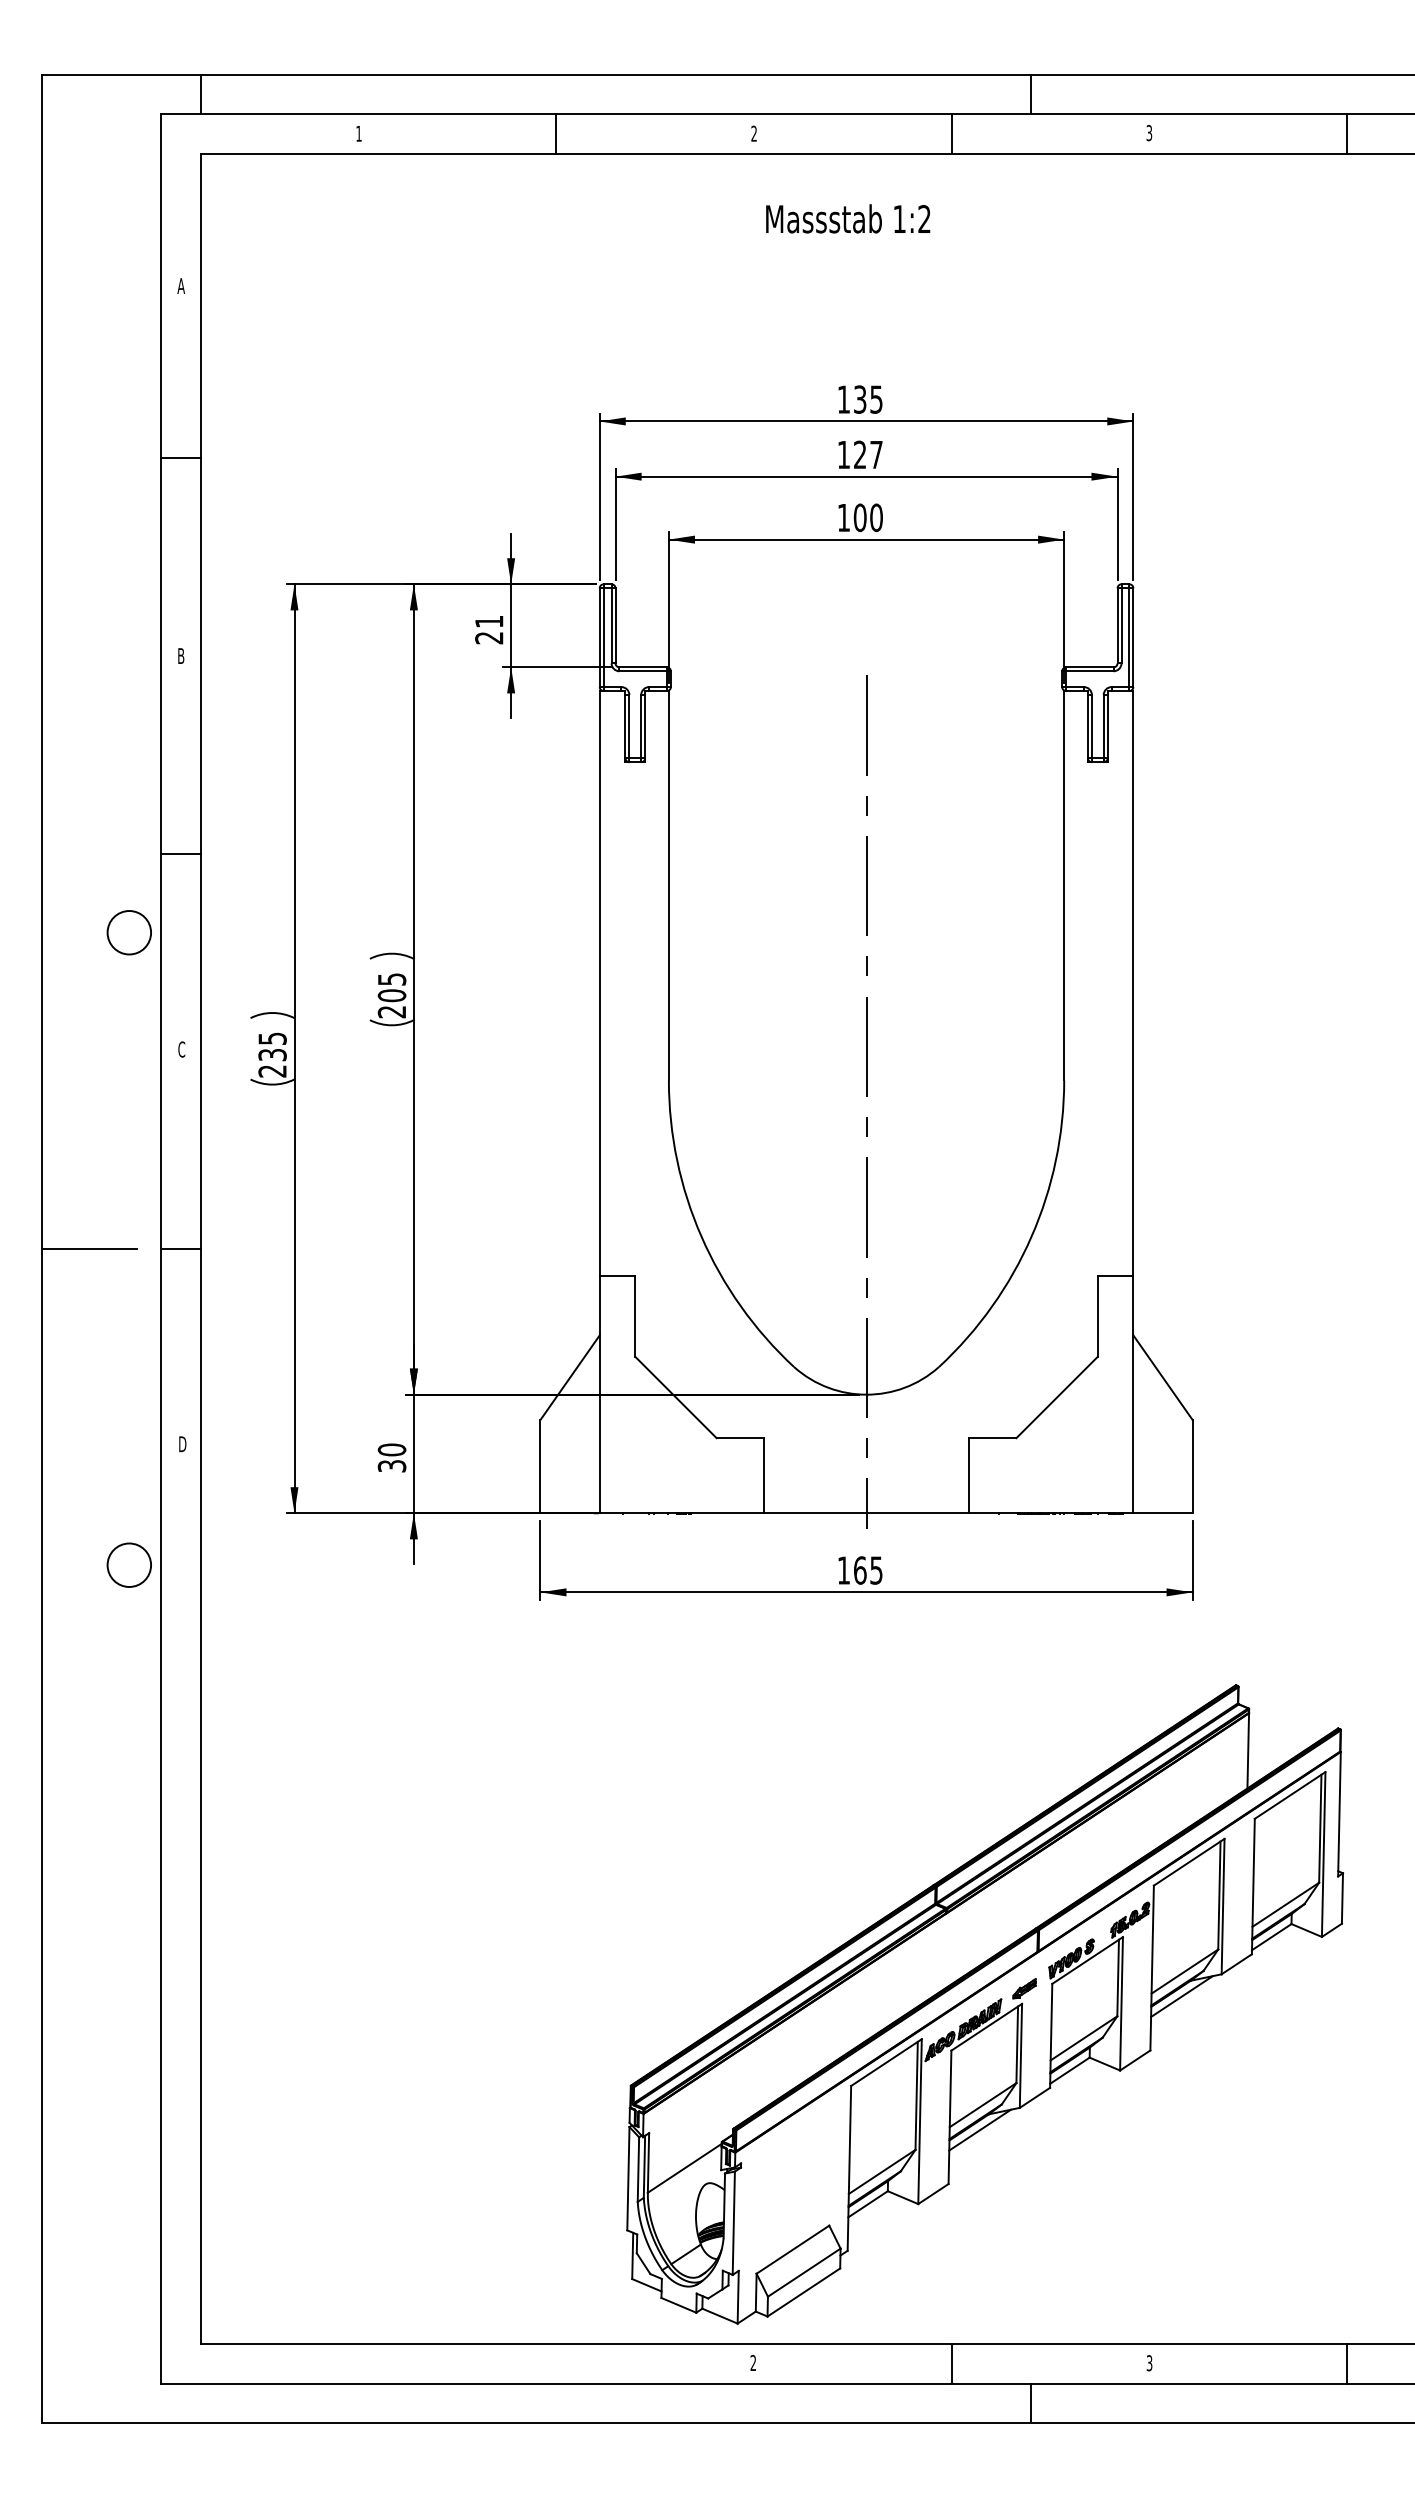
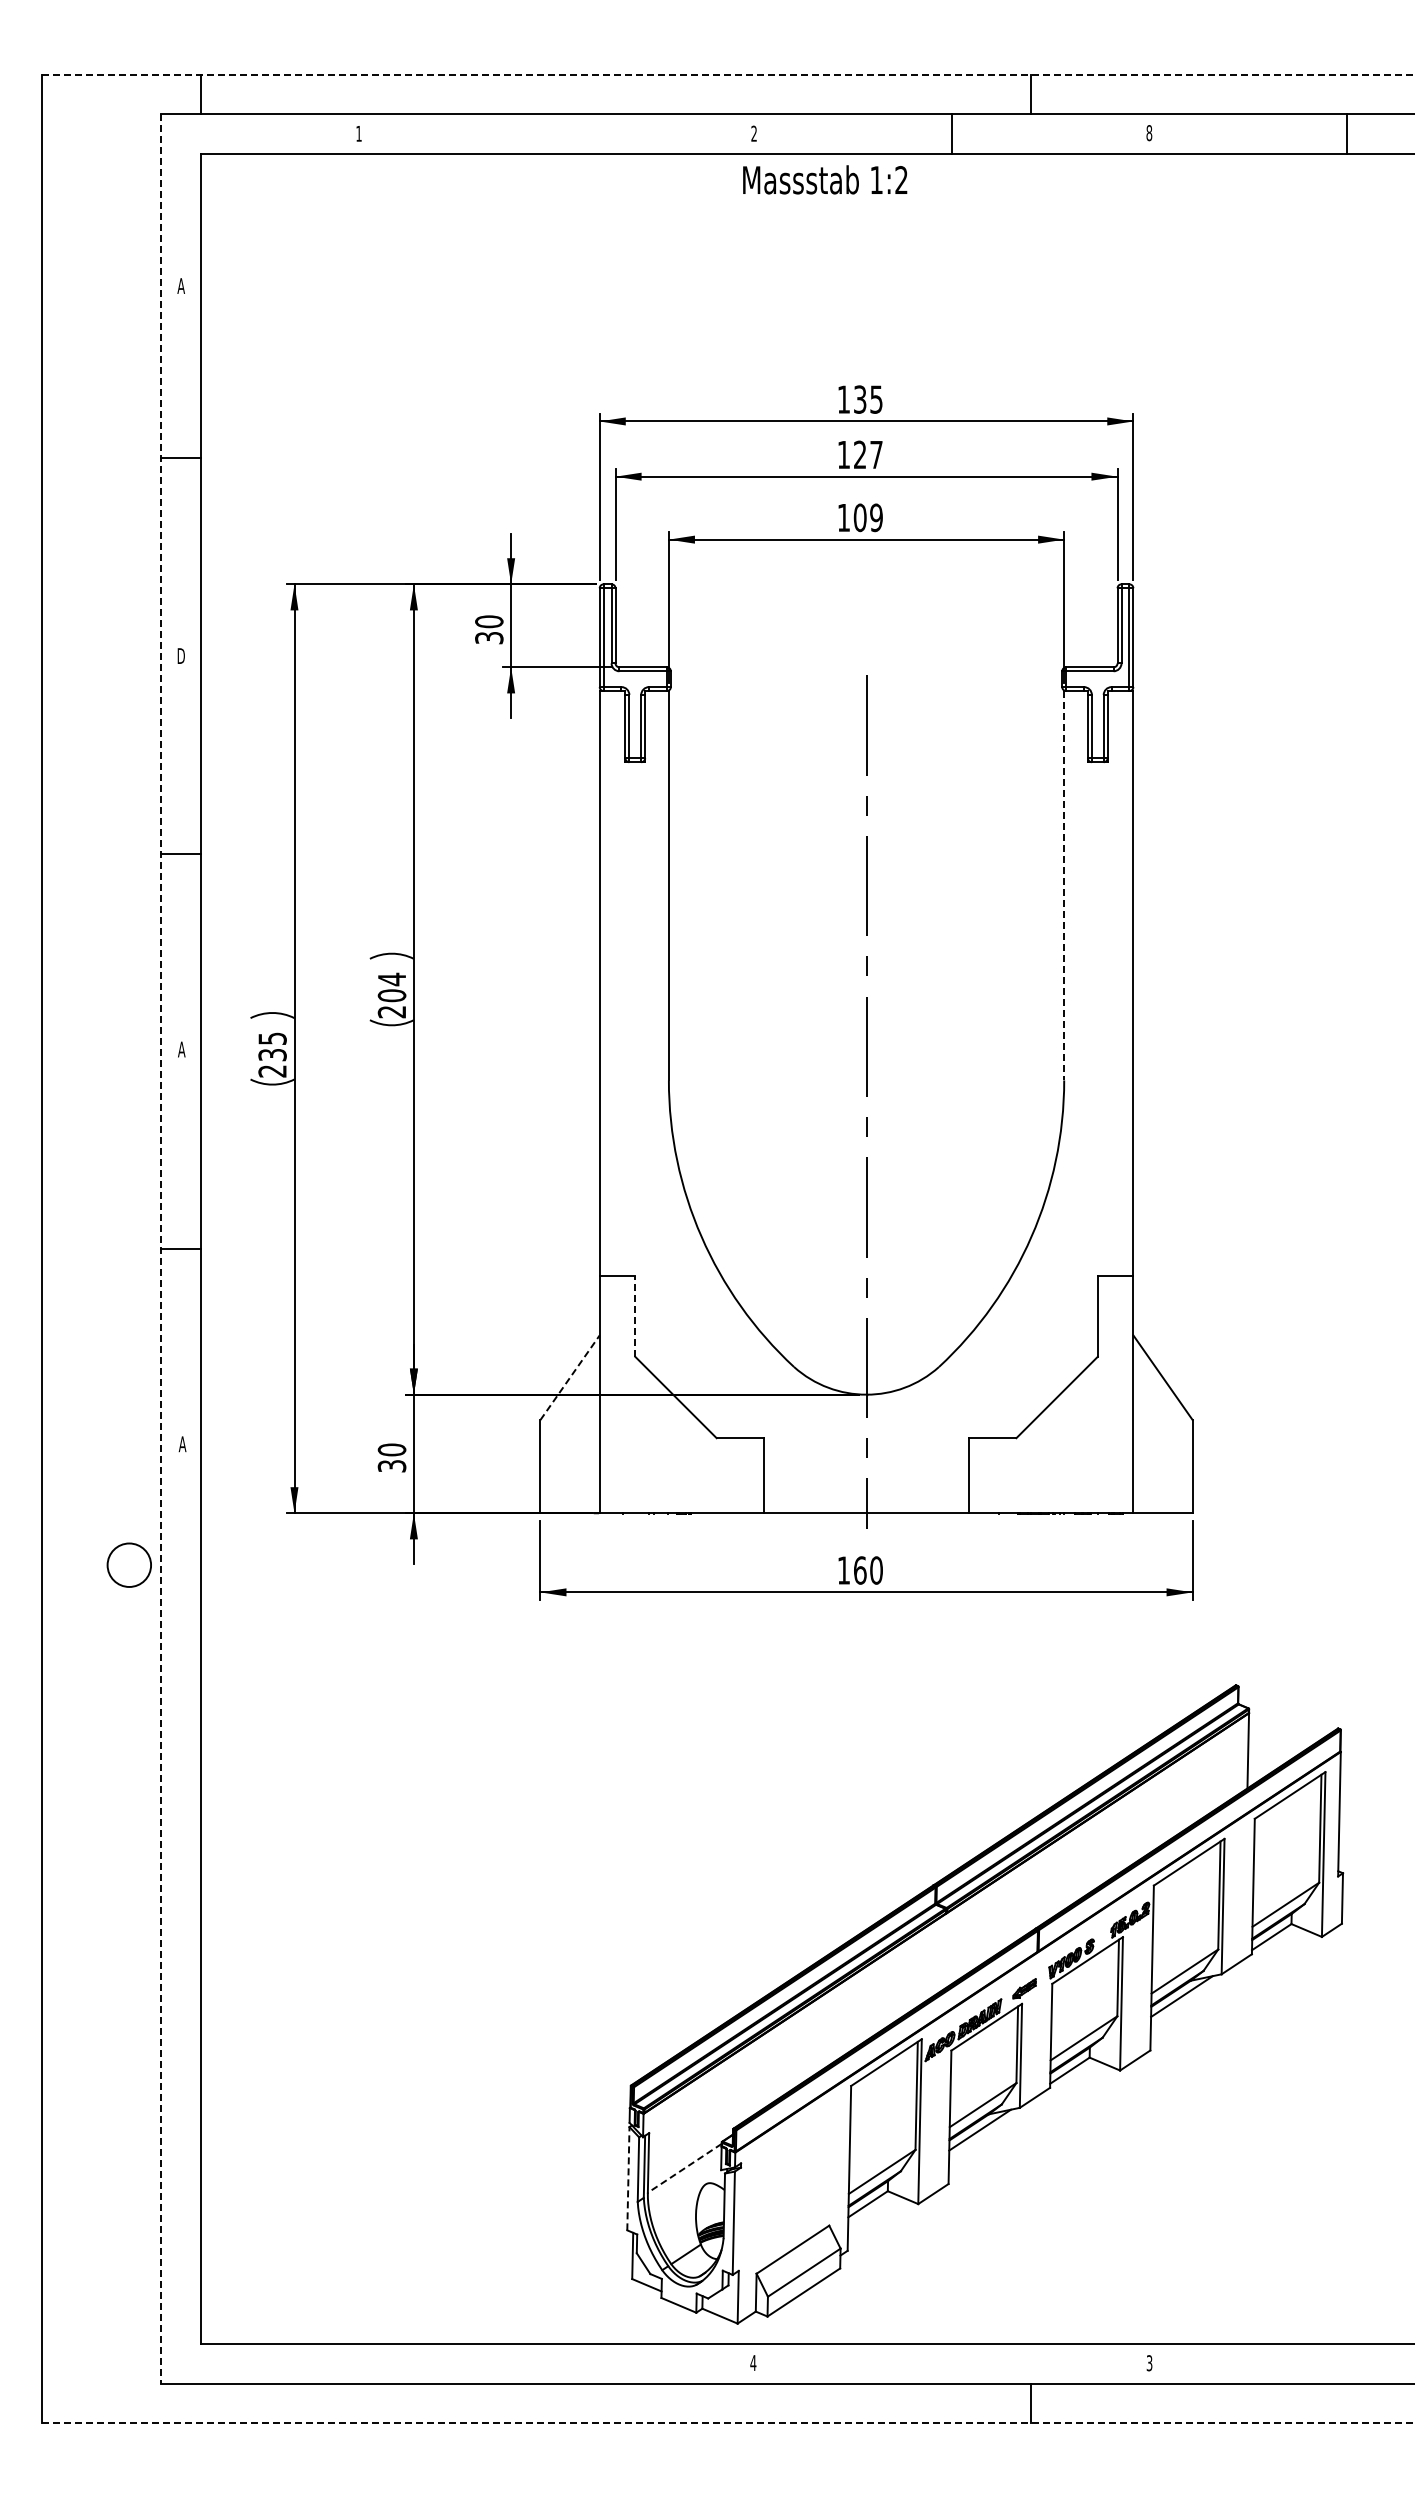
line at (728, 74): solid -> dashed
text at (1149, 133): 3 -> 8
line at (556, 134): present -> none
text at (848, 218) position: (848, 218) -> (825, 179)
text at (876, 517): 100 -> 109
text at (489, 629): 21 -> 30
text at (180, 655): B -> D
line at (1064, 885): solid -> dashed
circle at (128, 932): present -> none
text at (392, 979): 205 -> 204
text at (181, 1049): C -> A
line at (89, 1249): present -> none
line at (160, 1249): solid -> dashed
line at (635, 1315): solid -> dashed
line at (570, 1377): solid -> dashed
text at (182, 1444): D -> A
text at (876, 1570): 165 -> 160
line at (684, 2168): solid -> dashed
line at (628, 2178): solid -> dashed
text at (753, 2362): 2 -> 4
line at (951, 2363): present -> none
line at (1346, 2363): present -> none
line at (728, 2423): solid -> dashed
